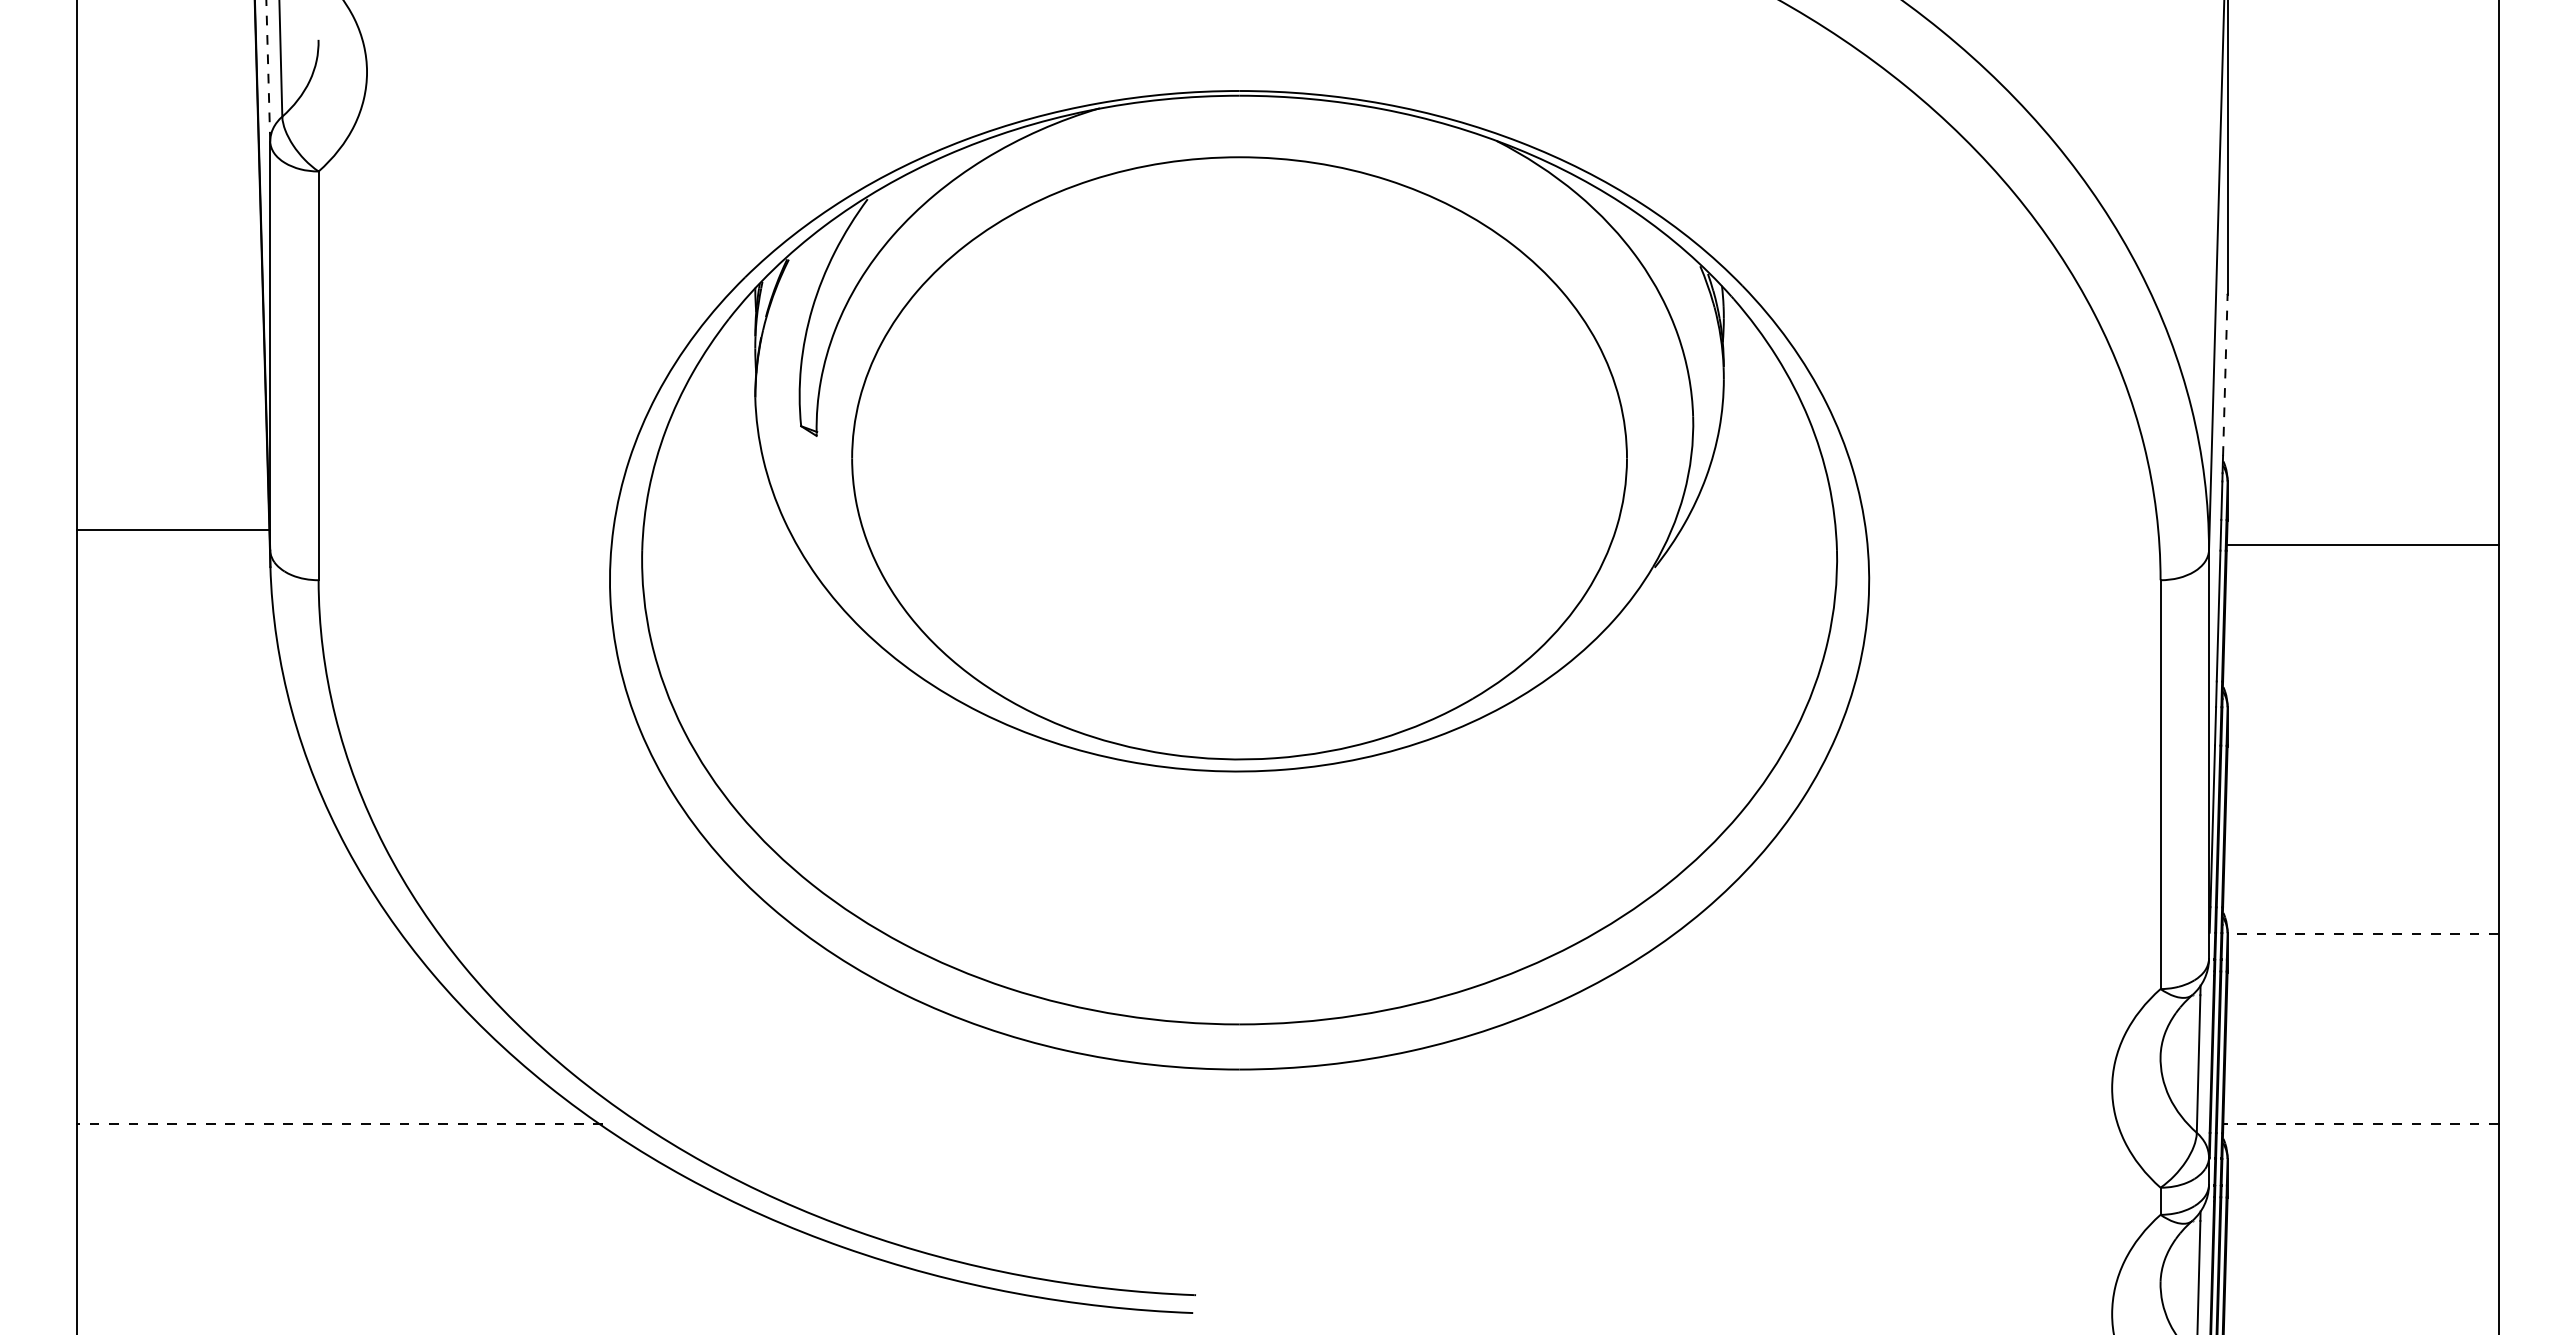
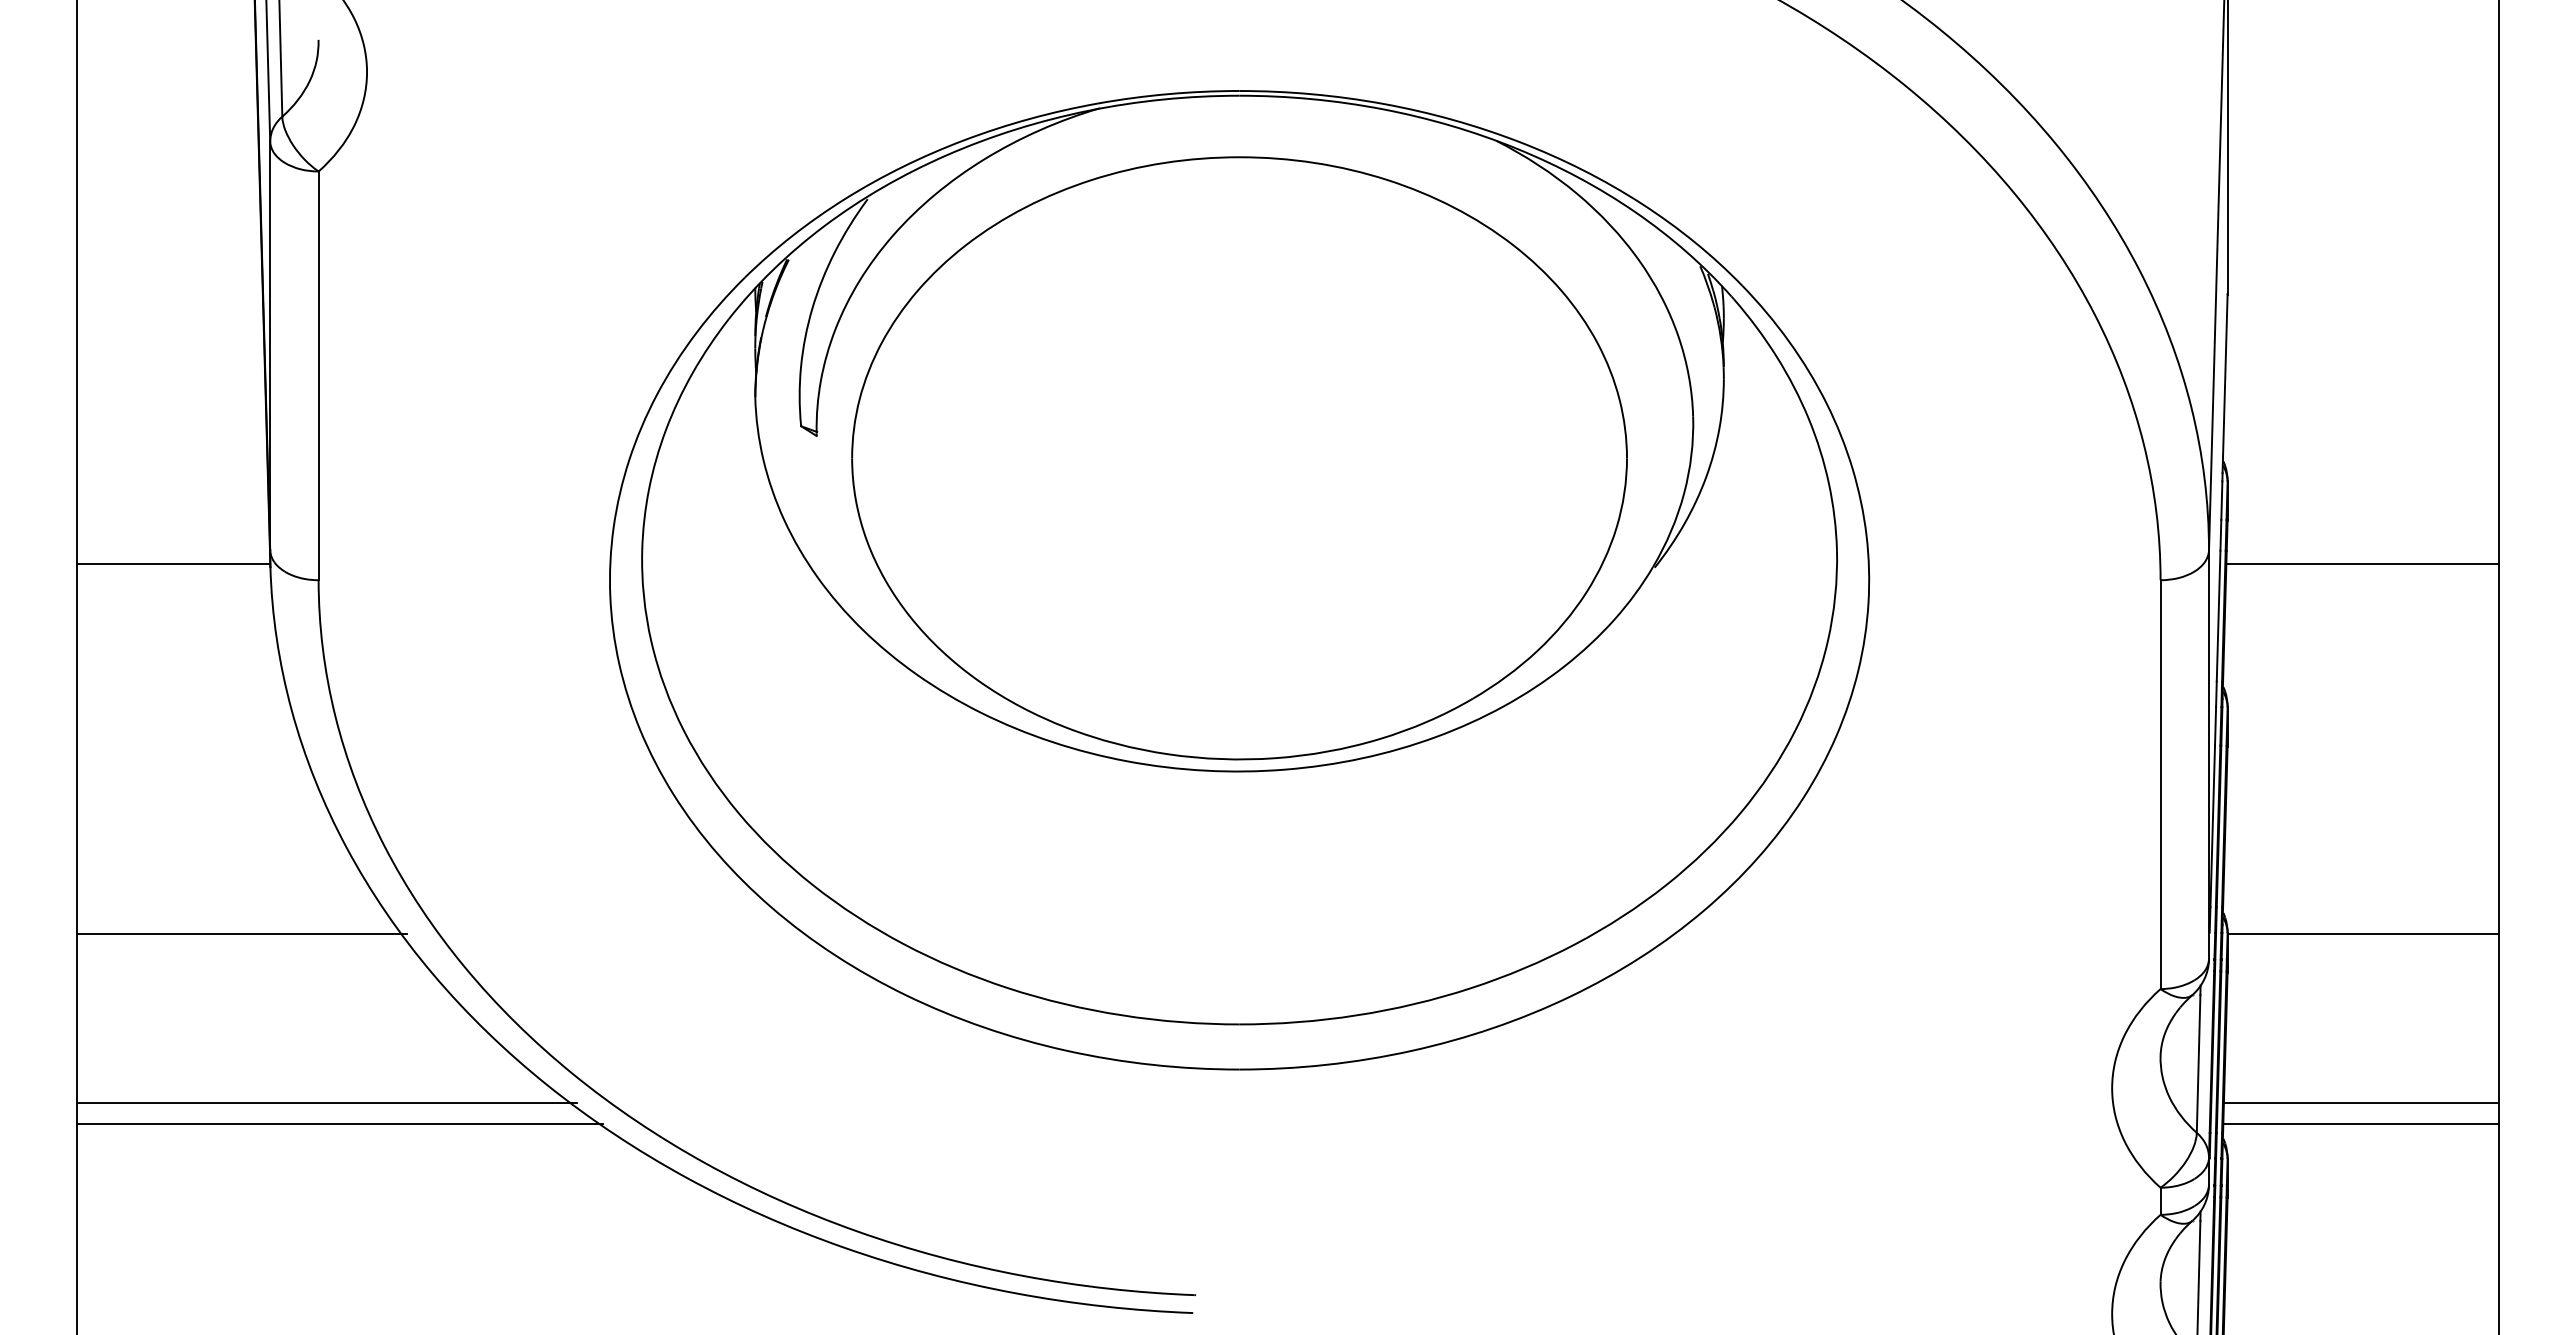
line at (268, 70): dashed -> solid
line at (2225, 375): dashed -> solid
line at (173, 529) position: (173, 529) -> (173, 563)
line at (2362, 544) position: (2362, 544) -> (2362, 563)
line at (242, 934): none -> present
line at (2363, 934): dashed -> solid
line at (326, 1102): none -> present
line at (2360, 1102): none -> present
line at (340, 1124): dashed -> solid
line at (2361, 1124): dashed -> solid
